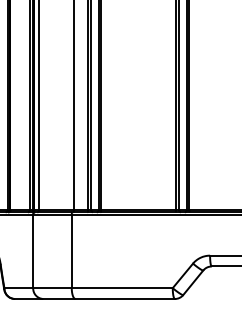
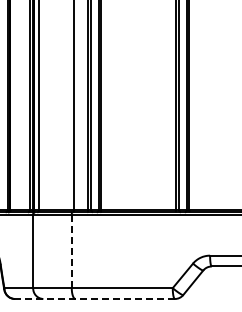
line at (71, 251): solid -> dashed
line at (94, 298): solid -> dashed
